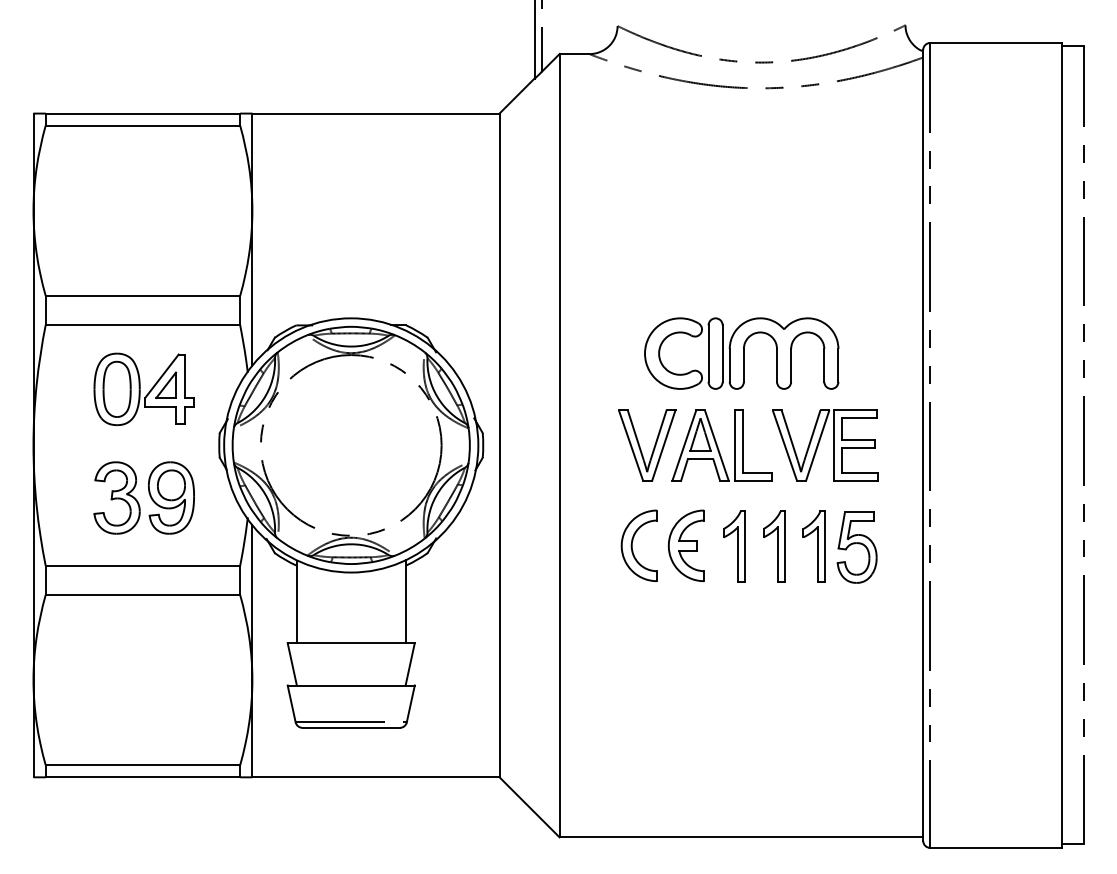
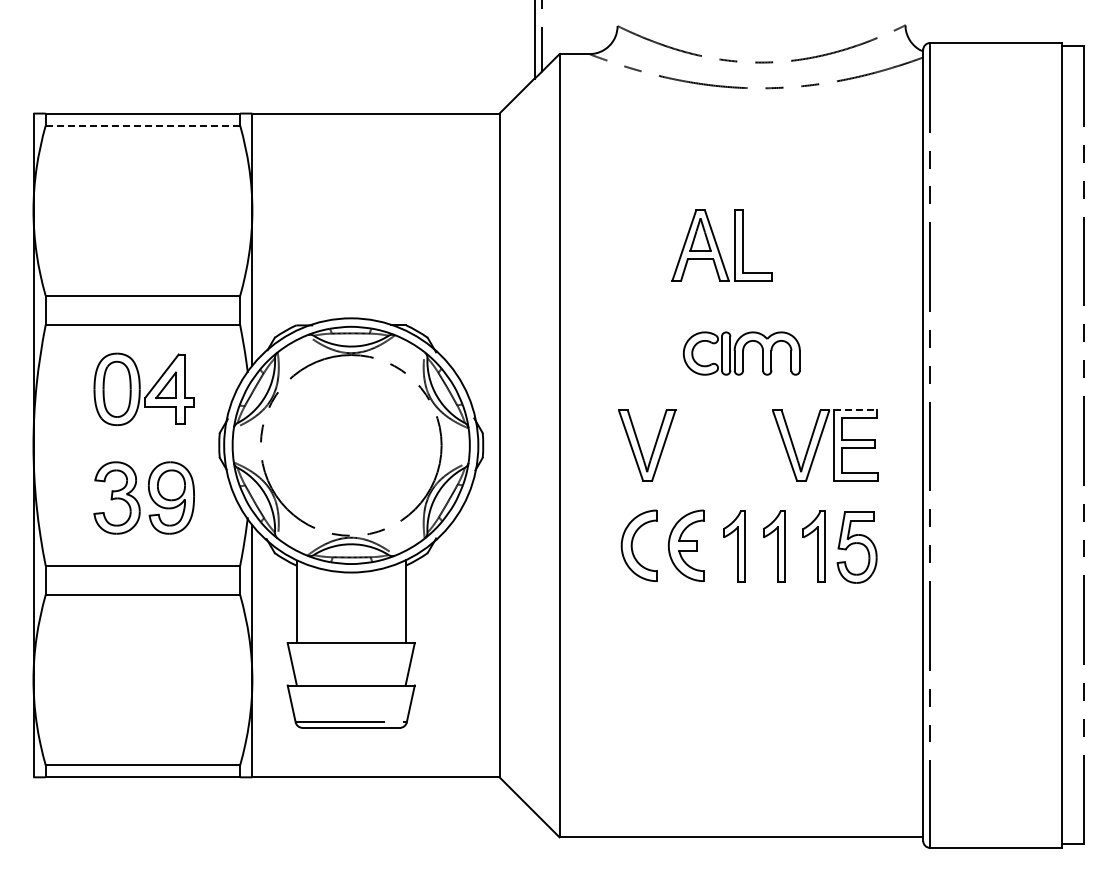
line at (143, 125): solid -> dashed
part at (741, 353) size: 196x73 px -> 119x45 px
line at (855, 410): solid -> dashed
part at (721, 445) position: (721, 445) -> (721, 245)
